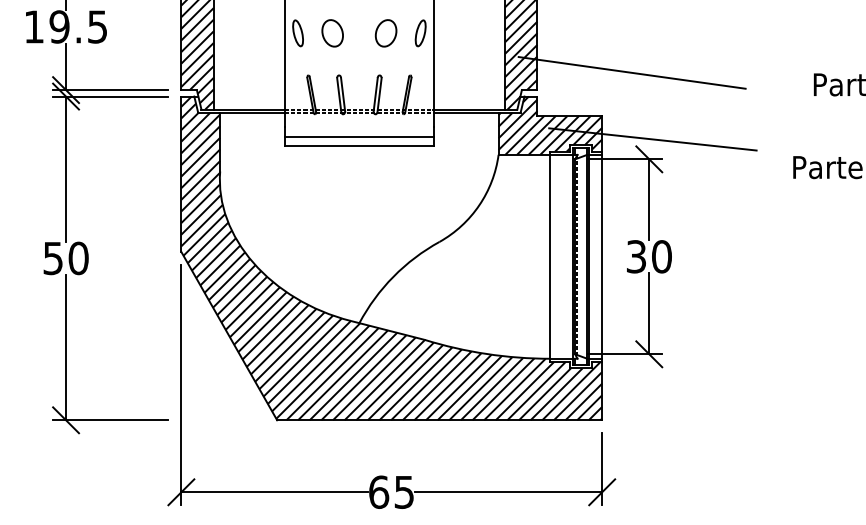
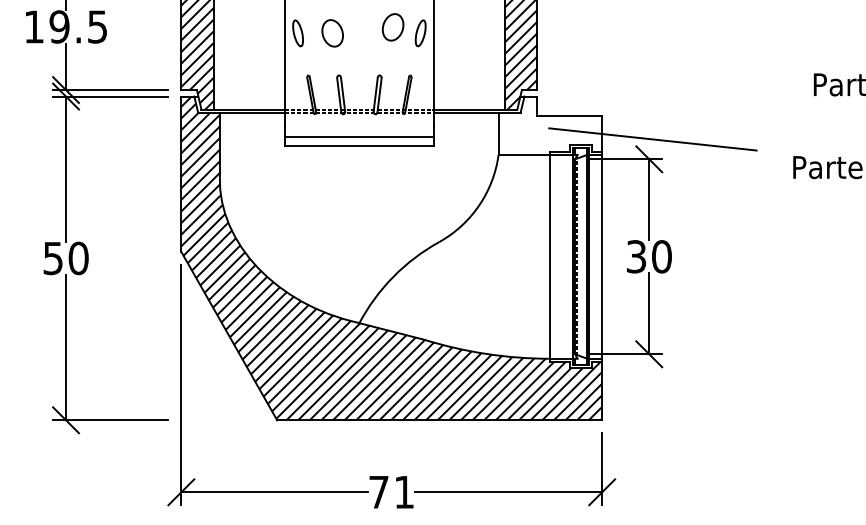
part at (385, 33) position: (385, 33) -> (392, 27)
line at (631, 72): present -> none
hatch at (550, 125): present -> none
text at (391, 491): 65 -> 71
